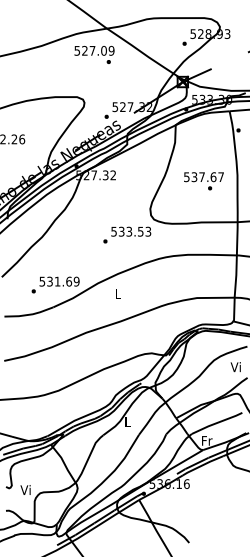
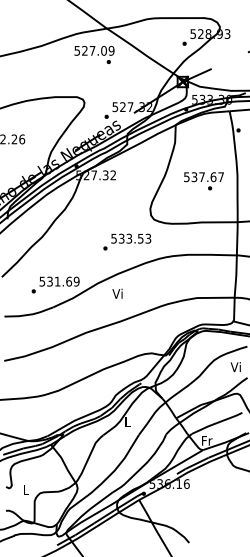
text at (127, 234) position: (127, 234) -> (127, 241)
text at (117, 293): L -> Vi
text at (25, 489): Vi -> L
